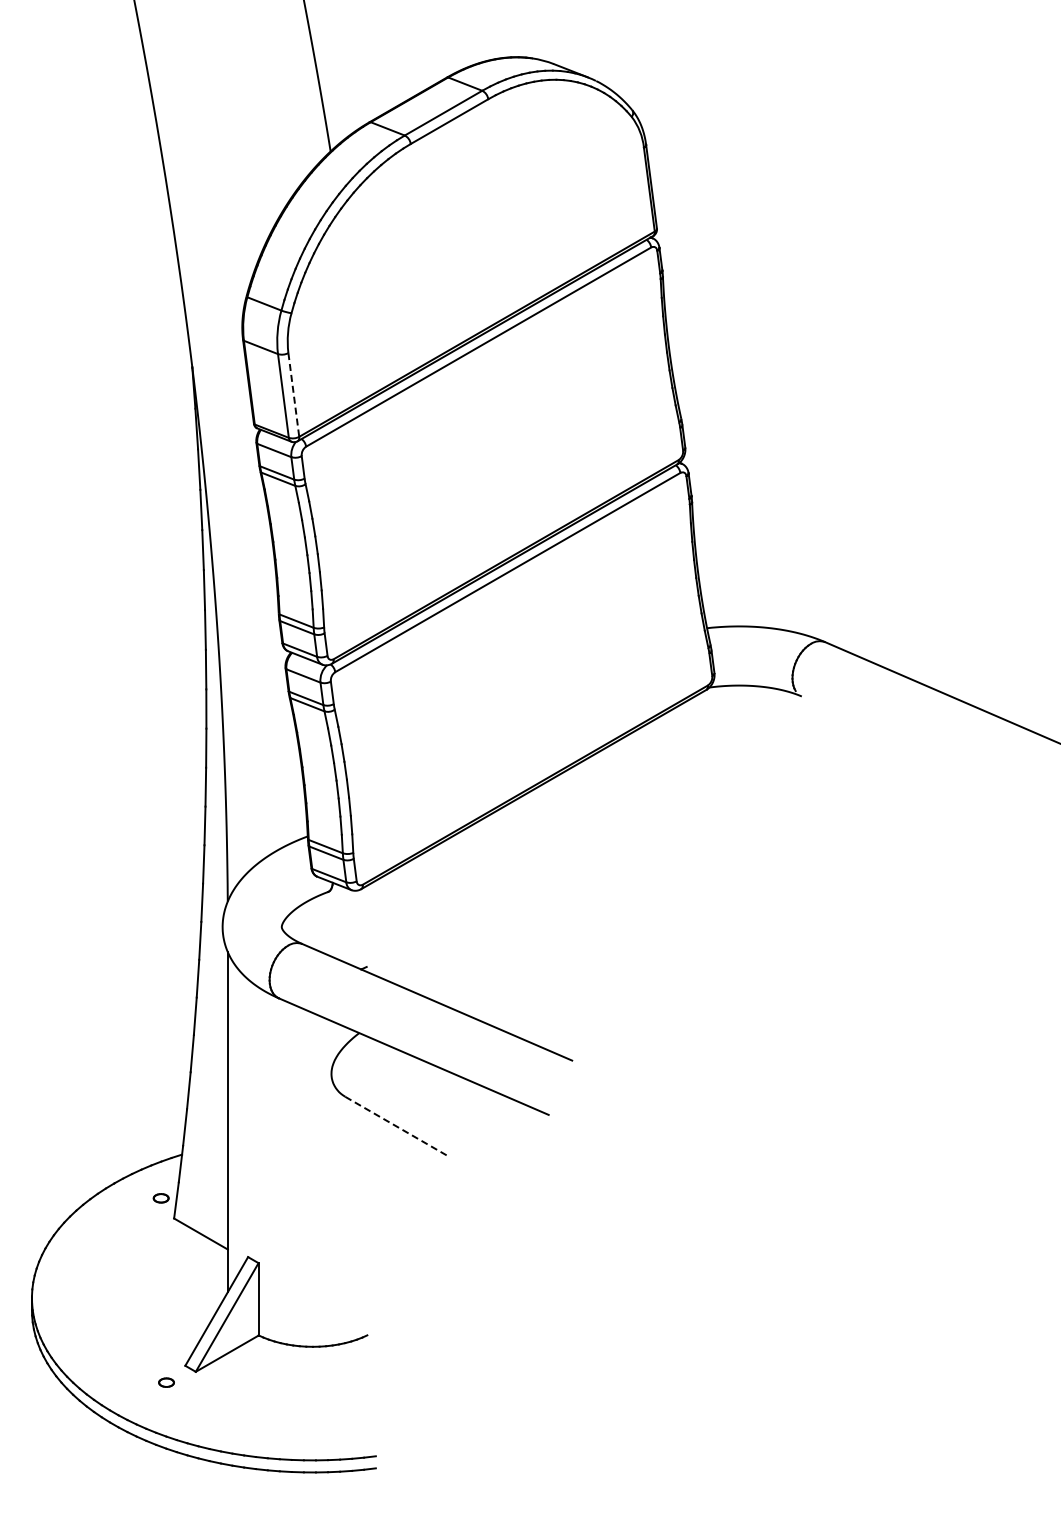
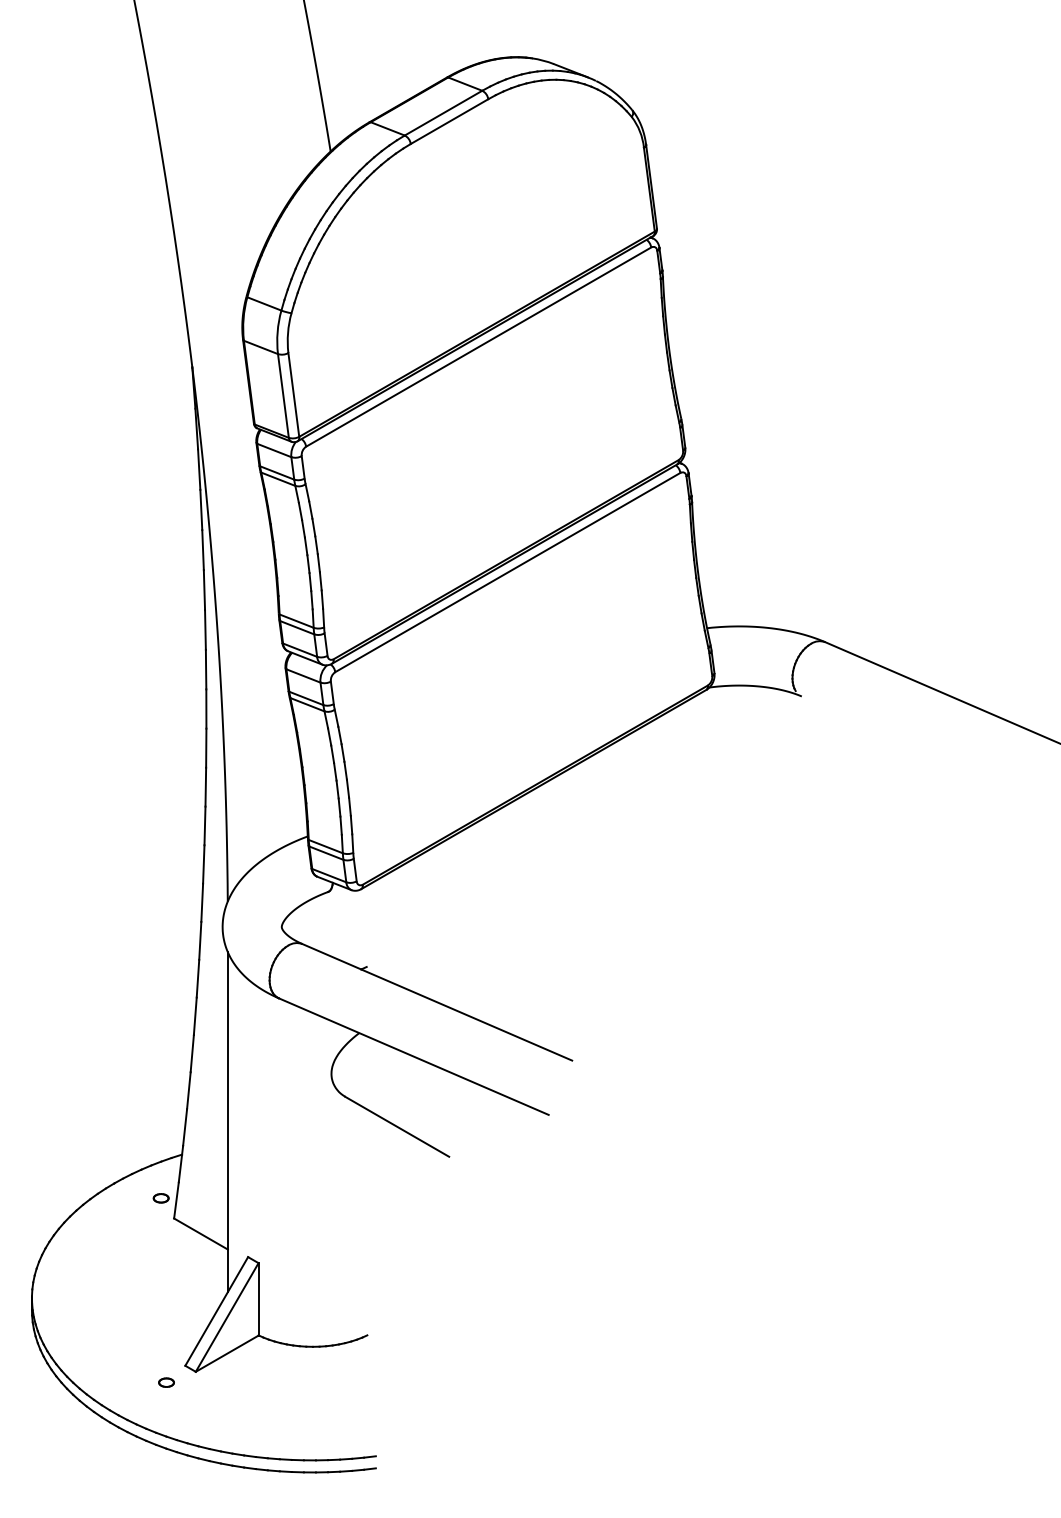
line at (293, 395): dashed -> solid
line at (397, 1126): dashed -> solid
